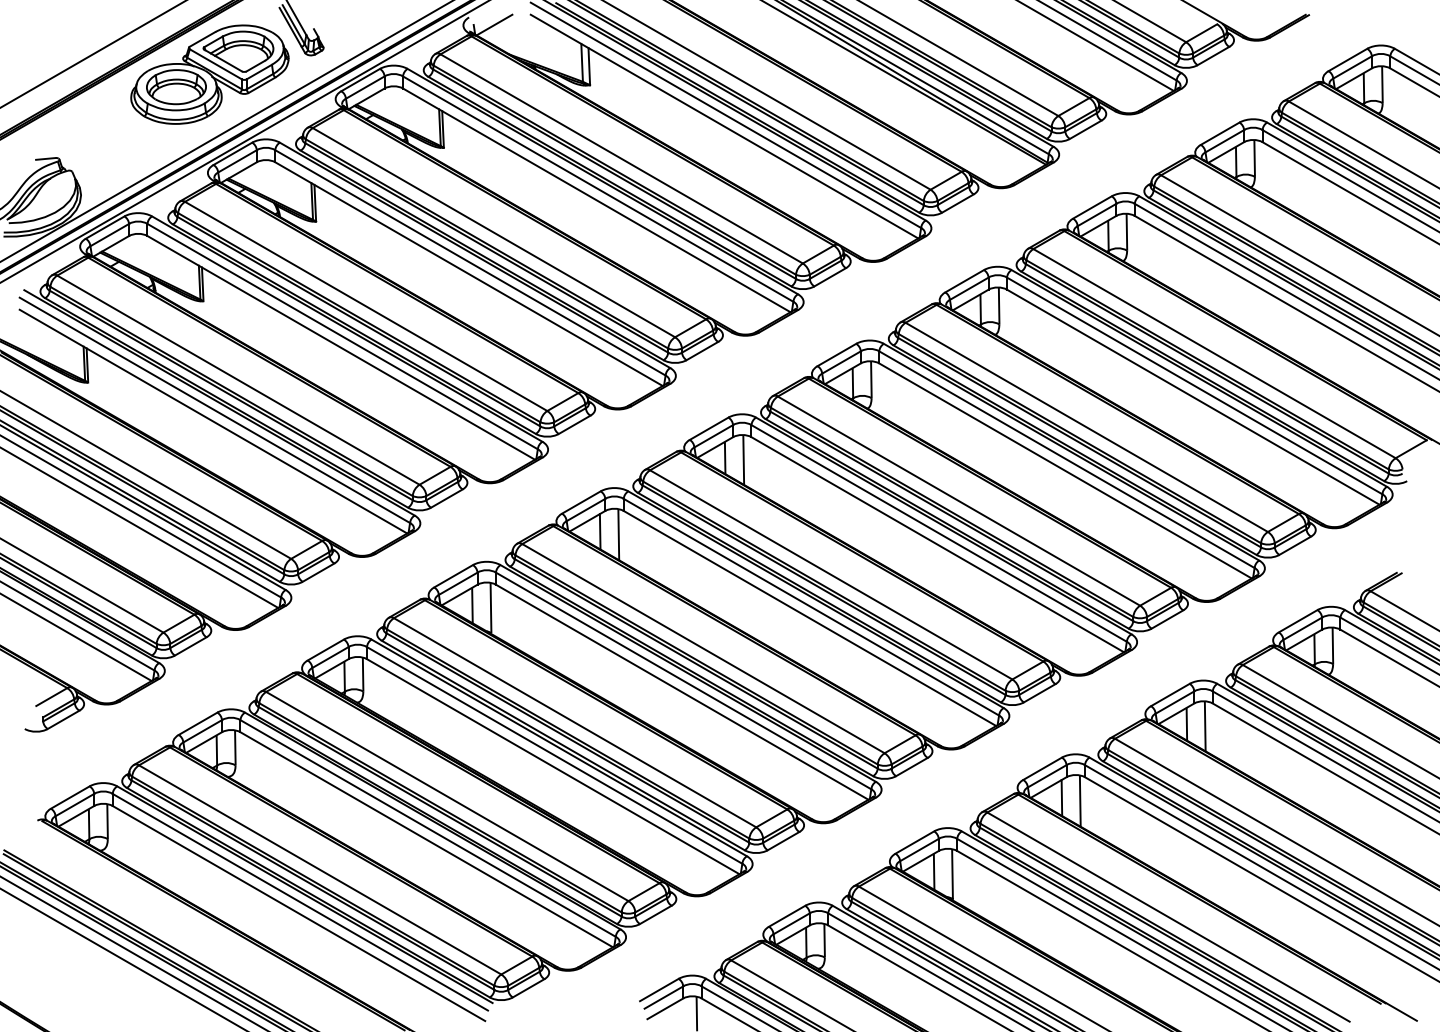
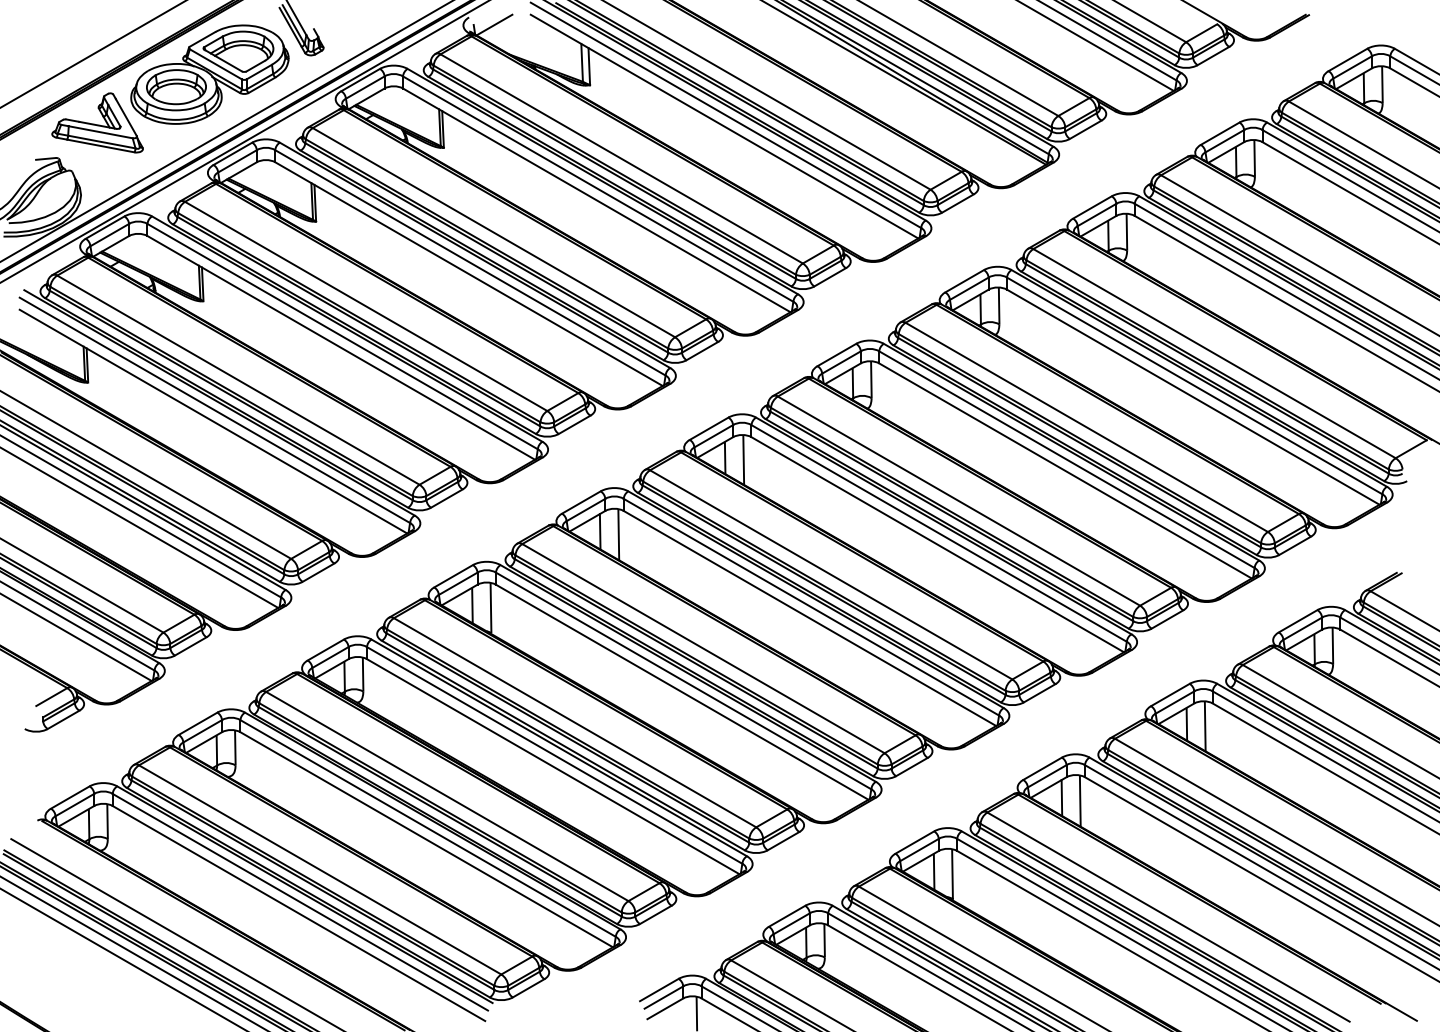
part at (97, 122): none -> present
line at (175, 933): none -> present
